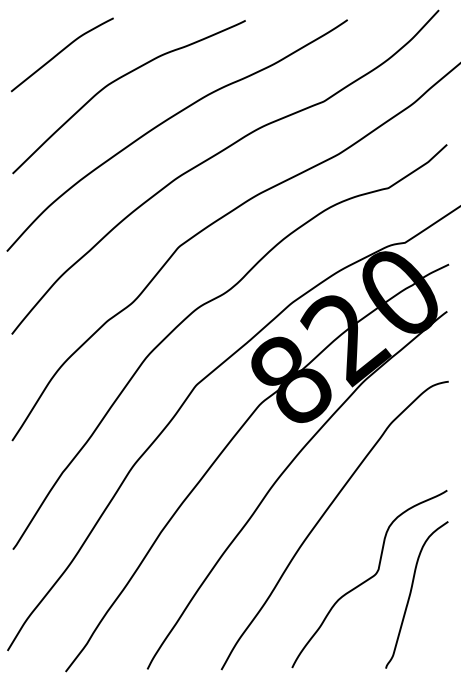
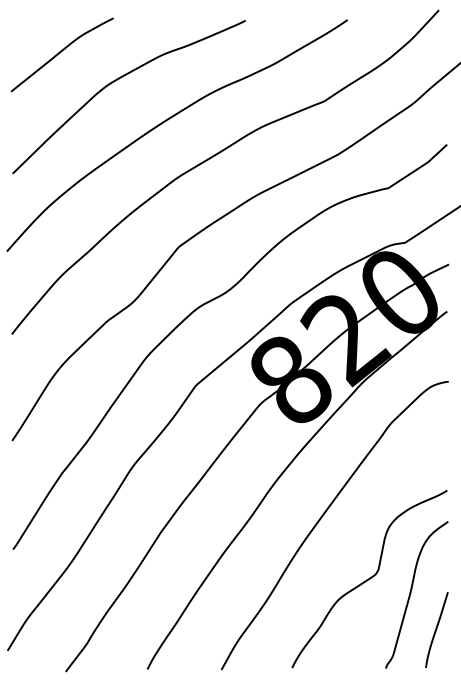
curve at (436, 629): none -> present
